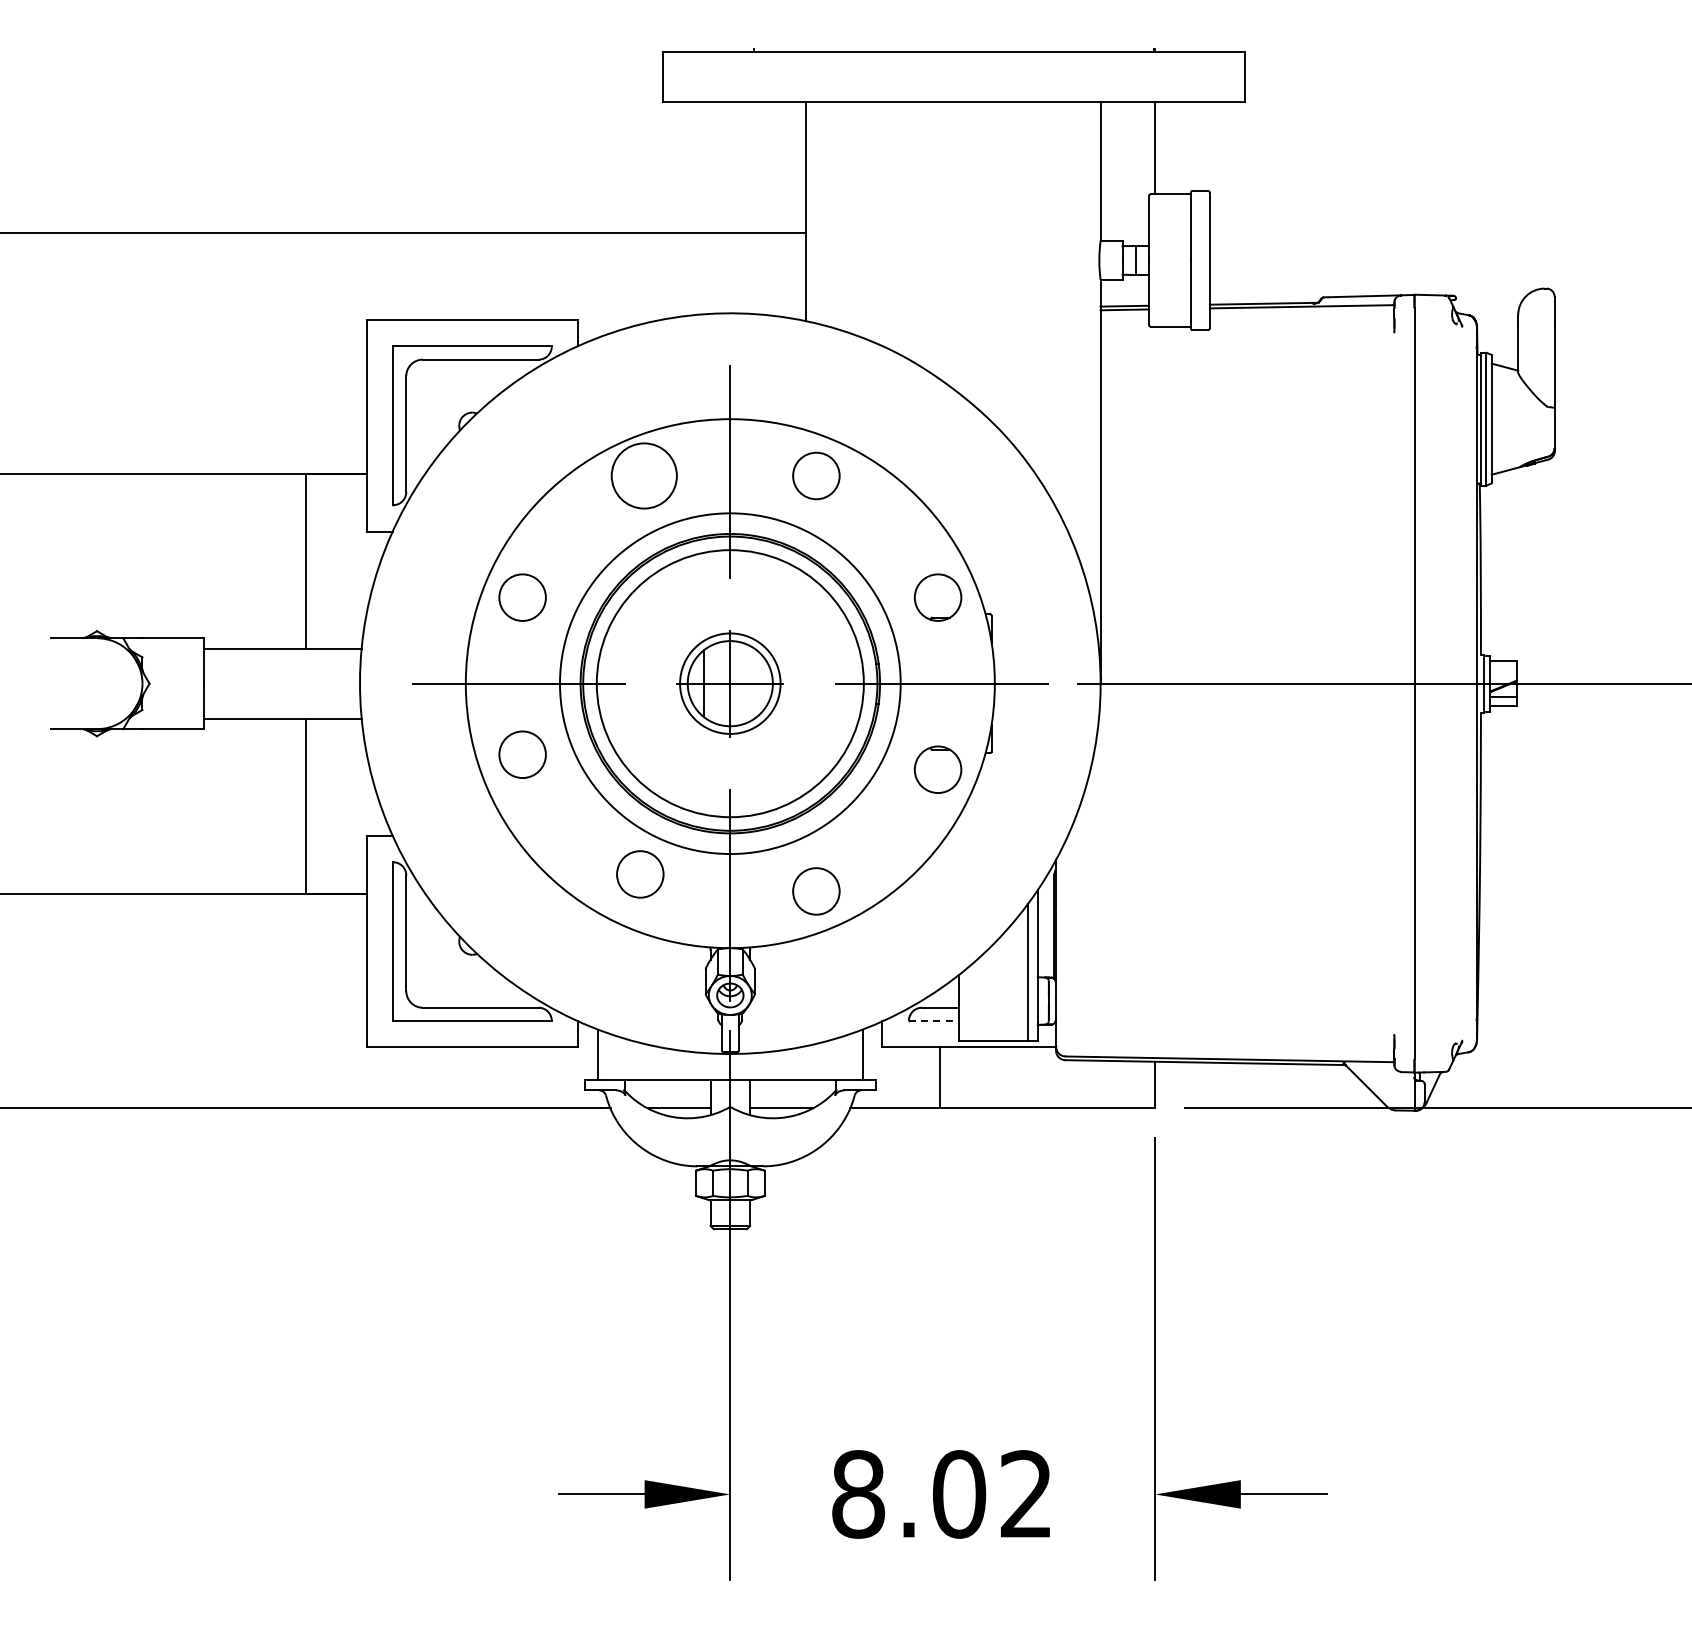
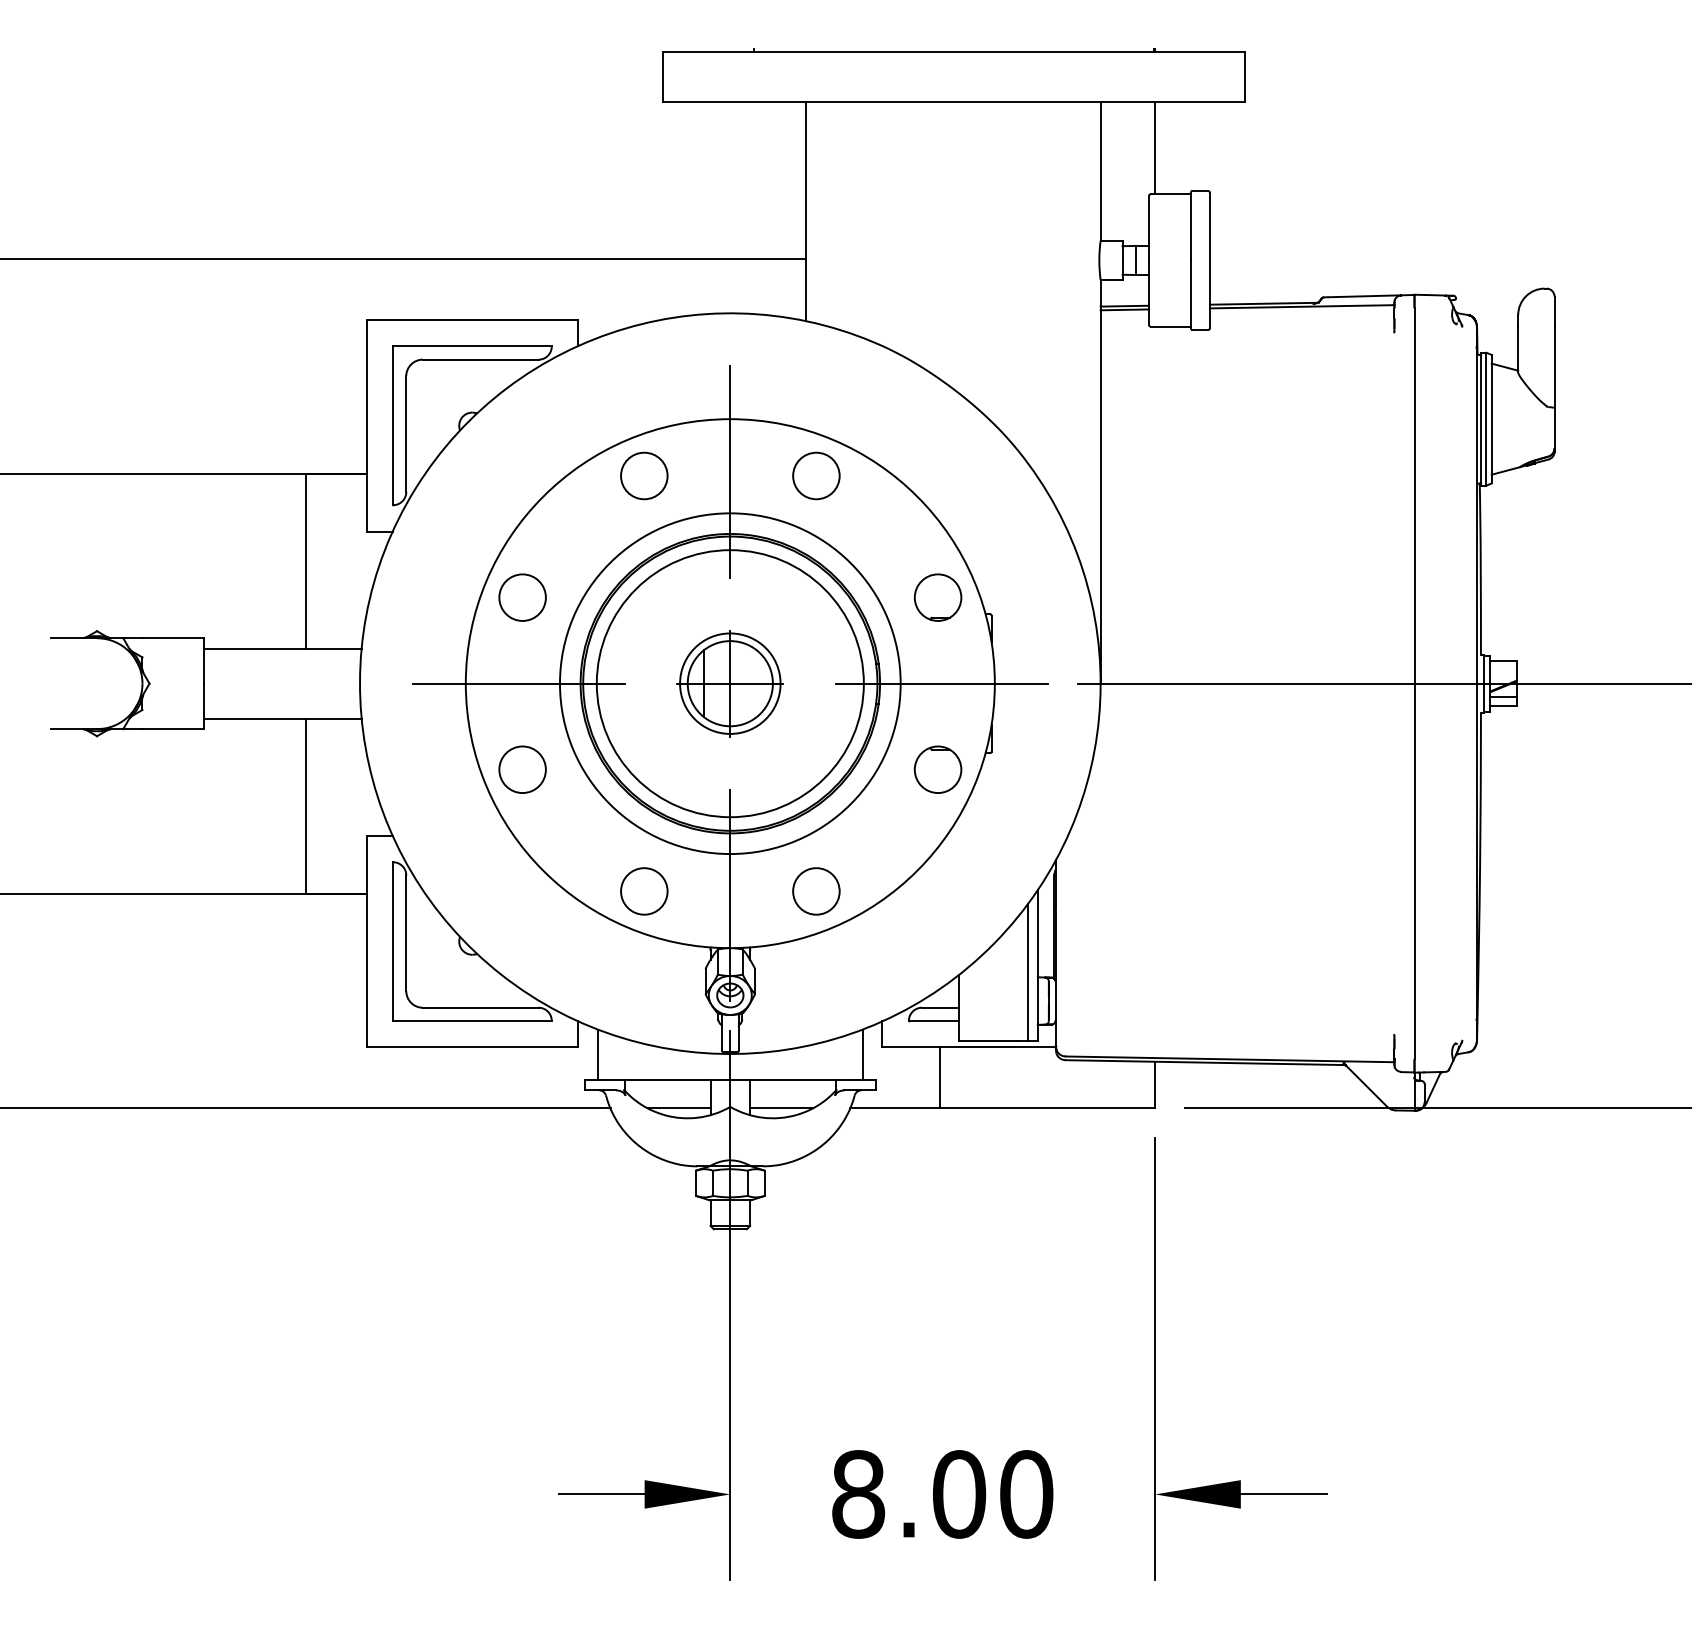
line at (404, 232) position: (404, 232) -> (404, 258)
circle at (643, 475) diameter: 65 px -> 47 px
circle at (522, 754) position: (522, 754) -> (522, 769)
circle at (640, 874) position: (640, 874) -> (644, 891)
line at (933, 1020): dashed -> solid
text at (1026, 1494): 8.02 -> 8.00
